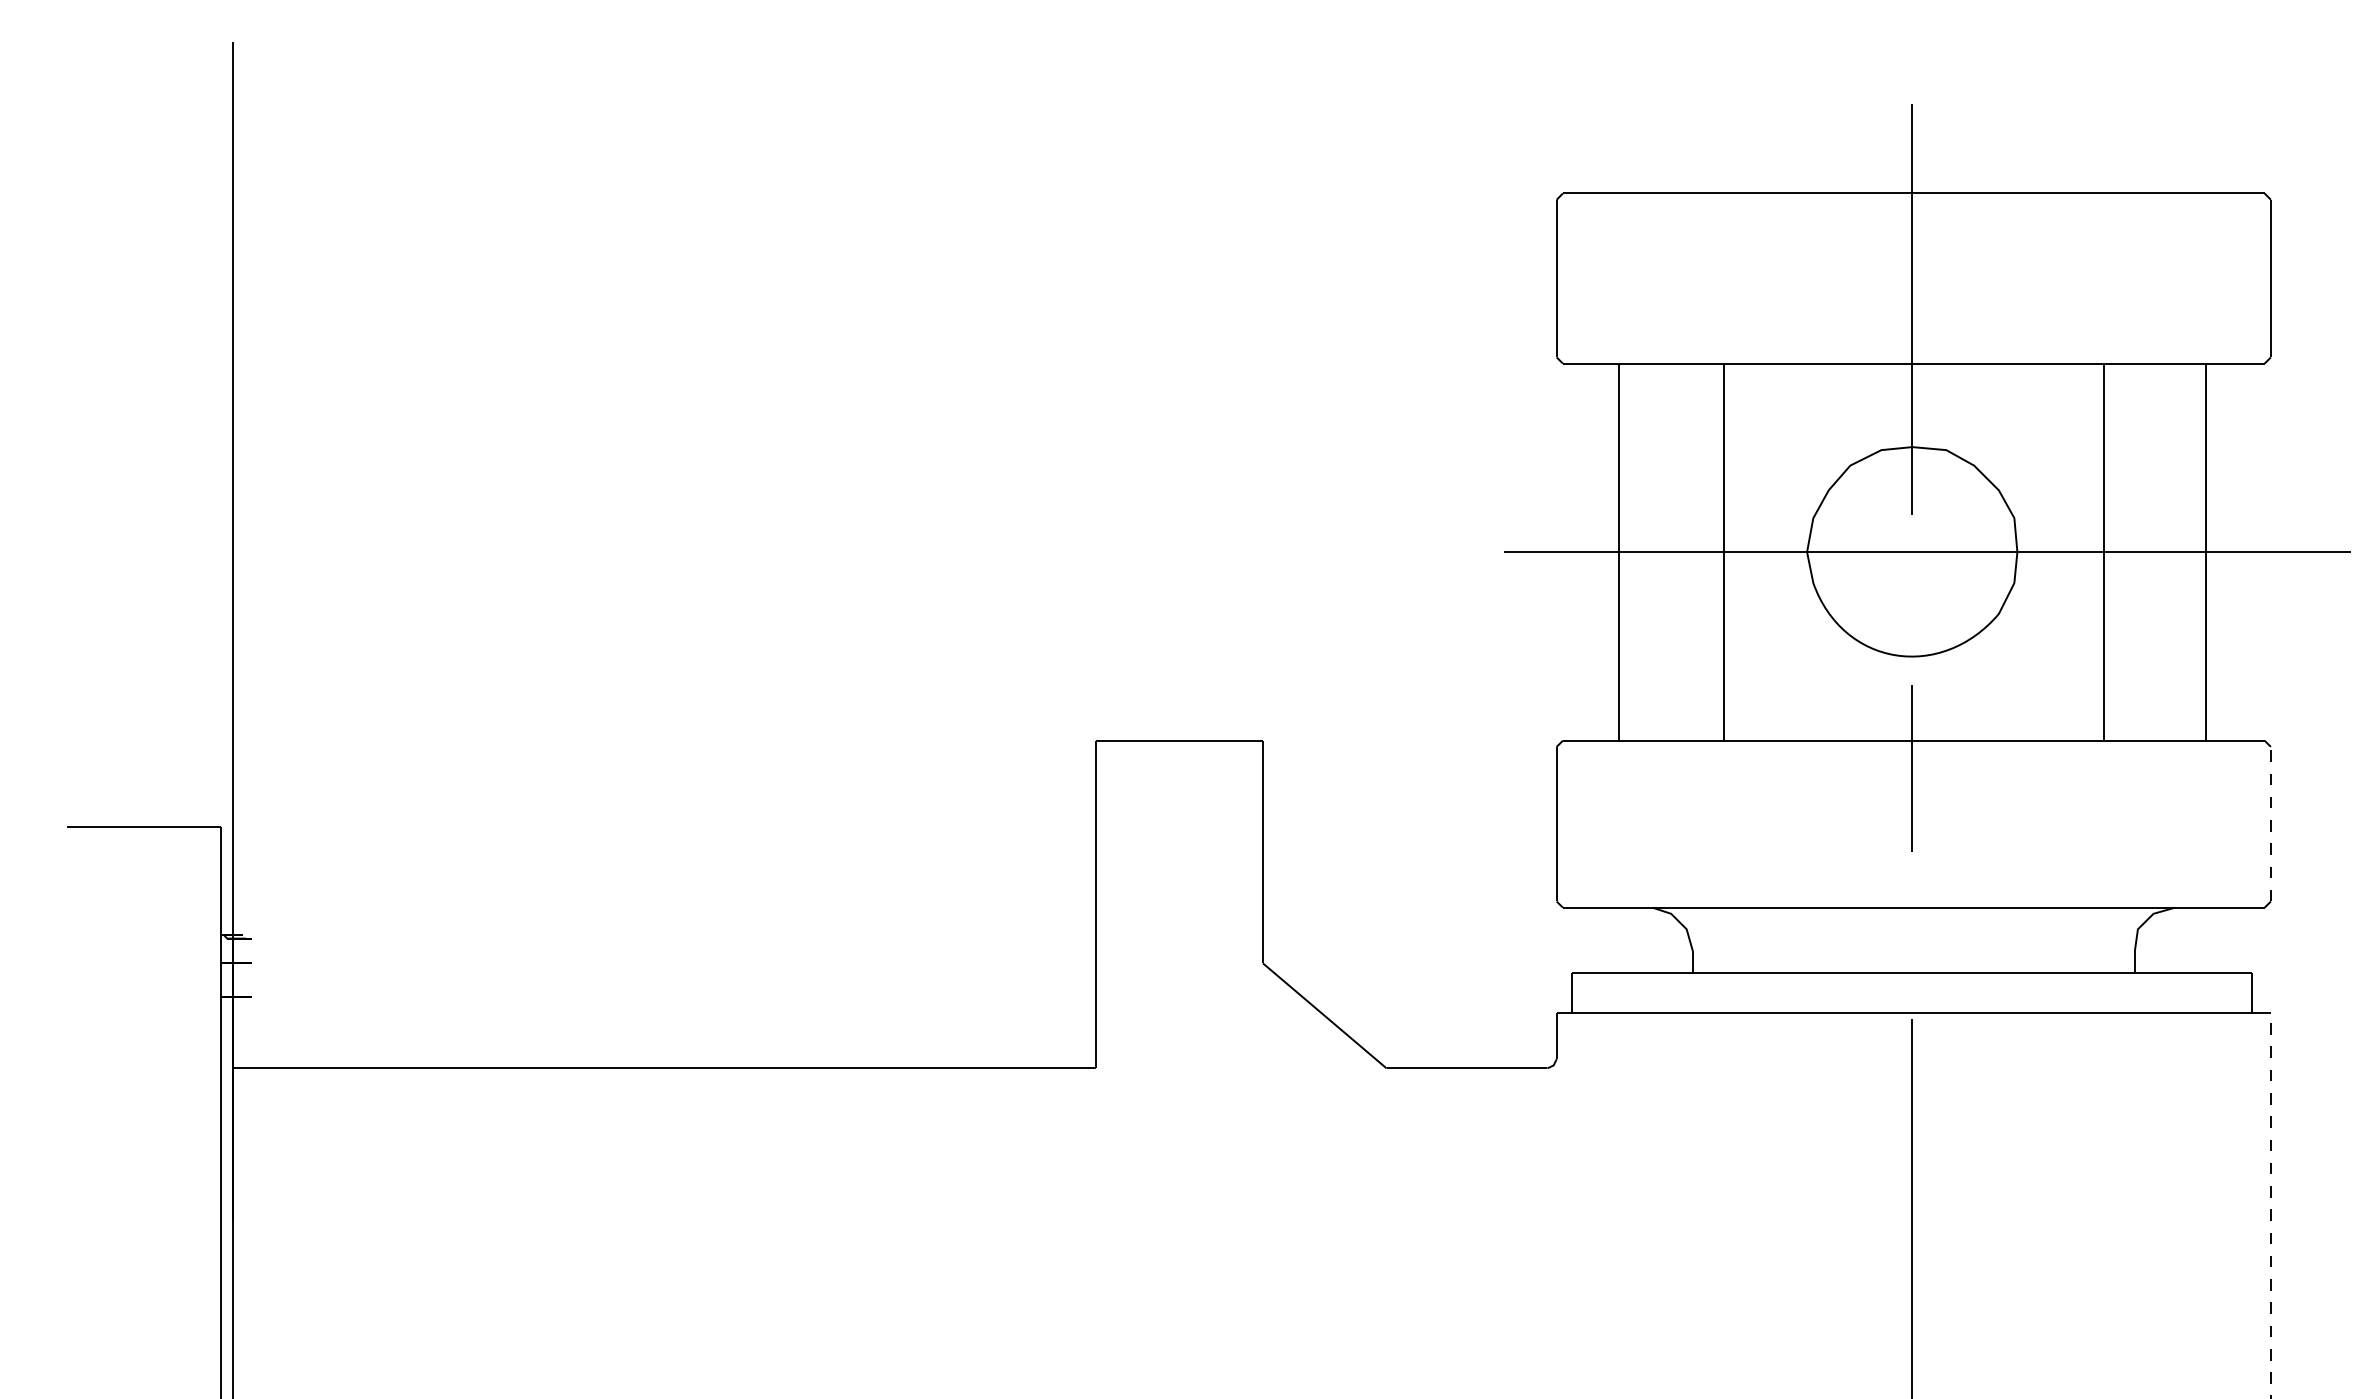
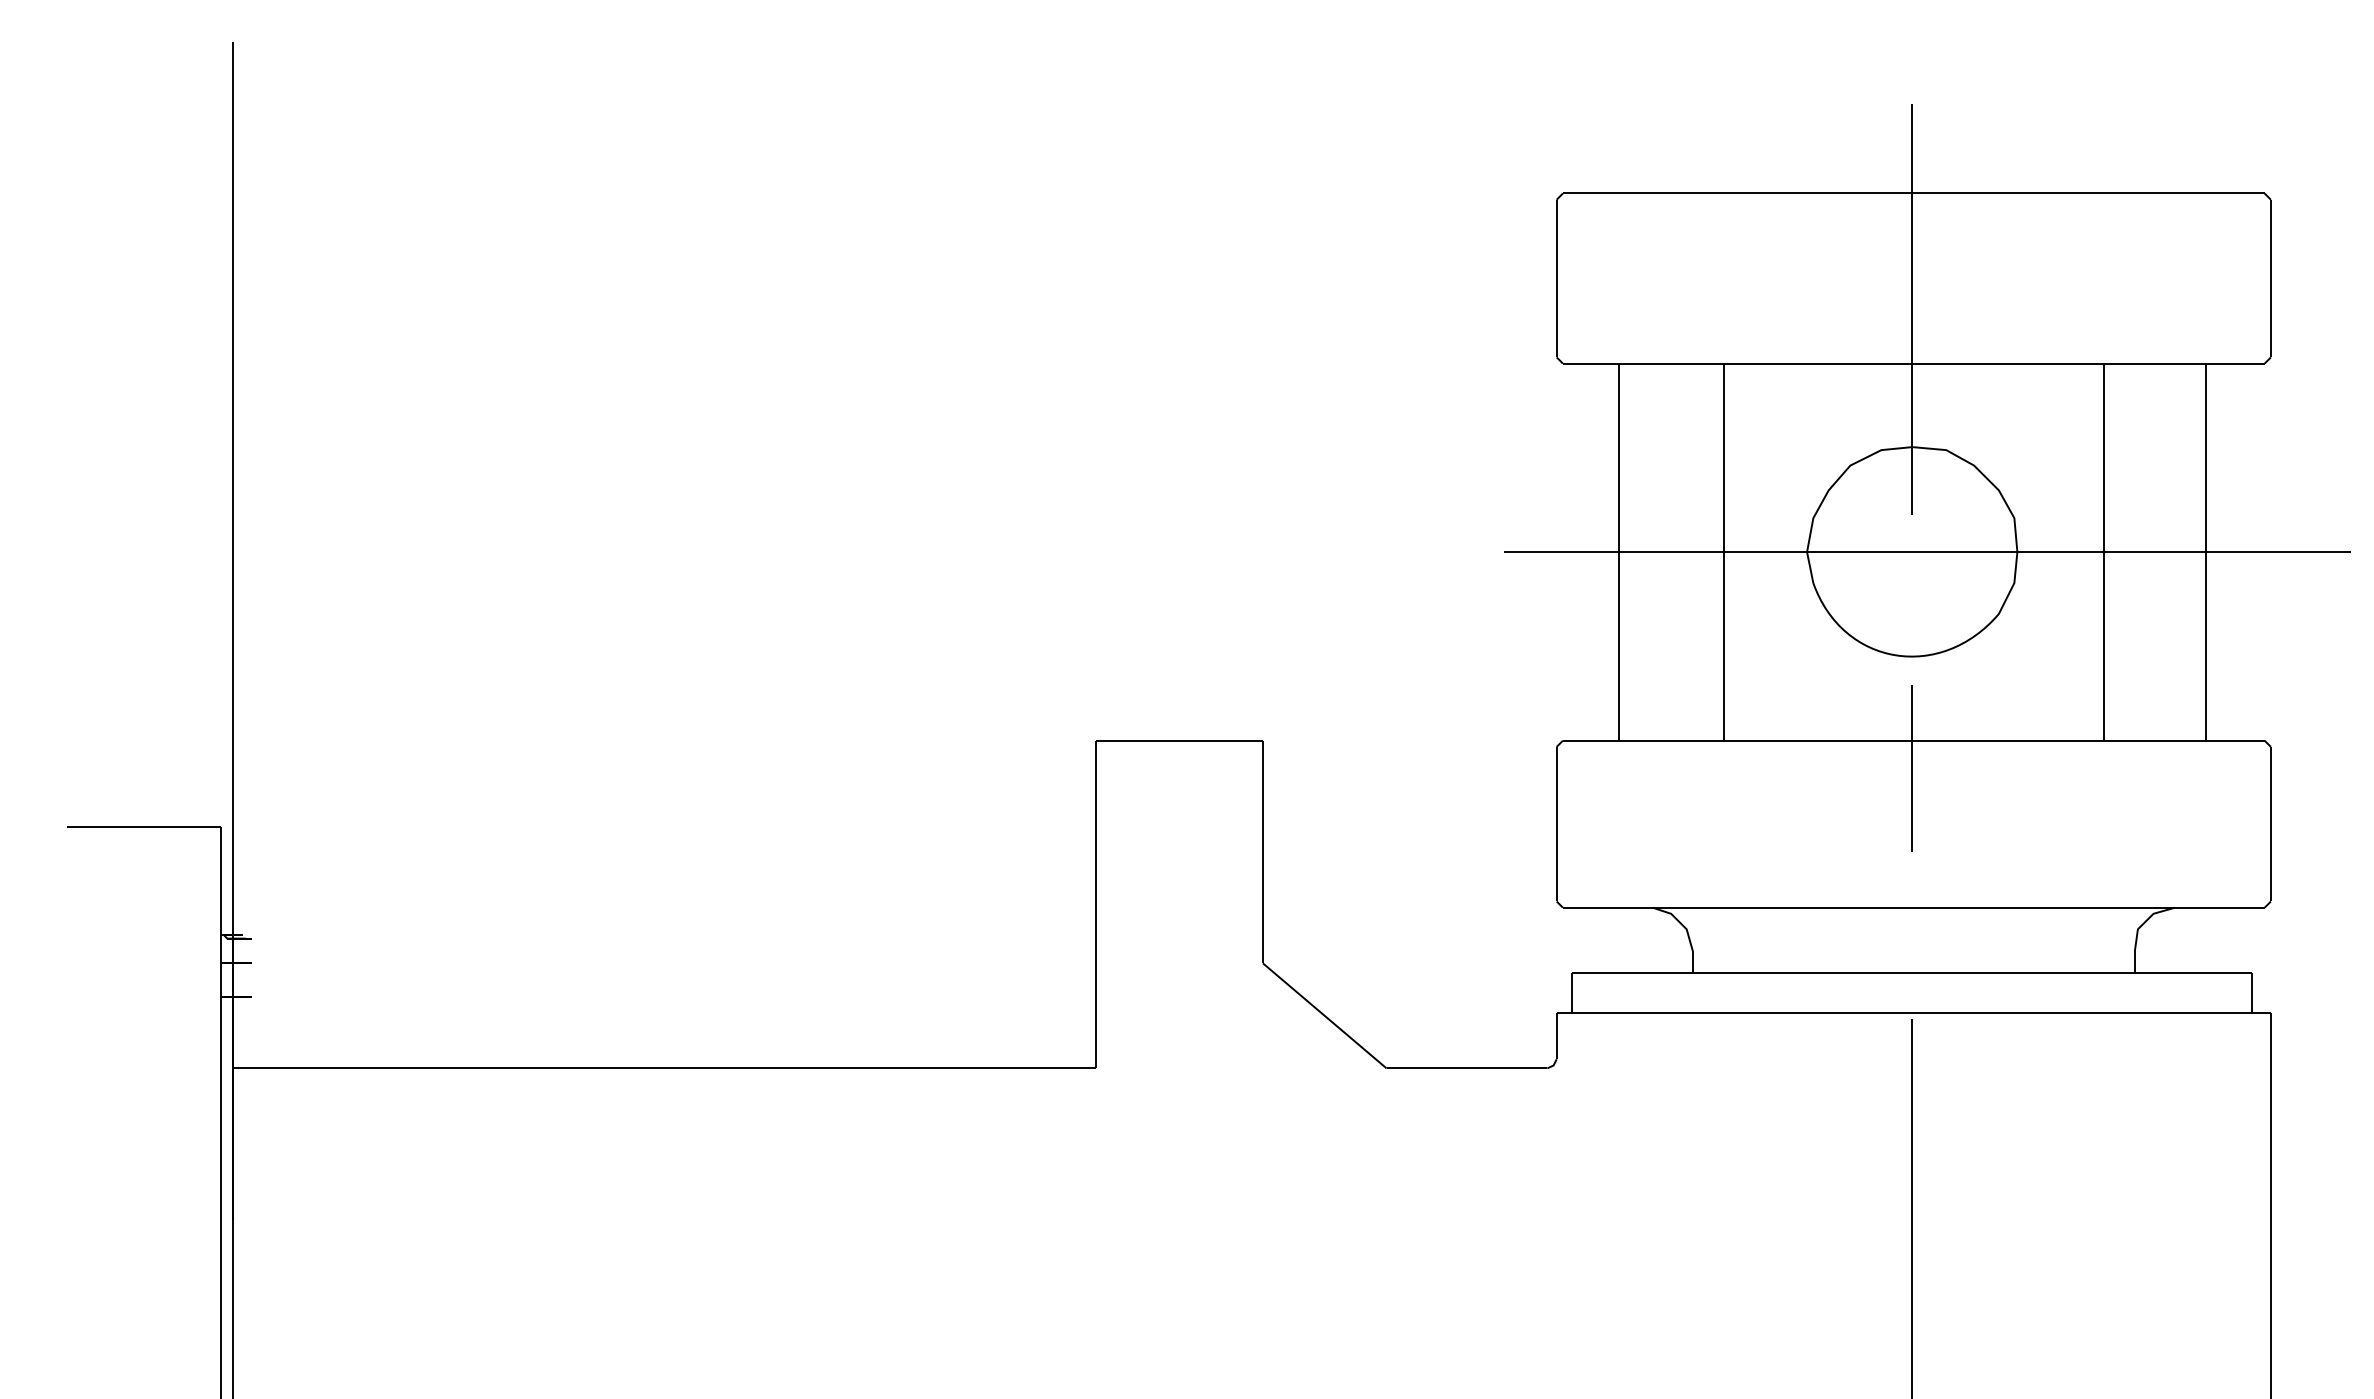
line at (2270, 823): dashed -> solid
line at (2270, 1205): dashed -> solid
